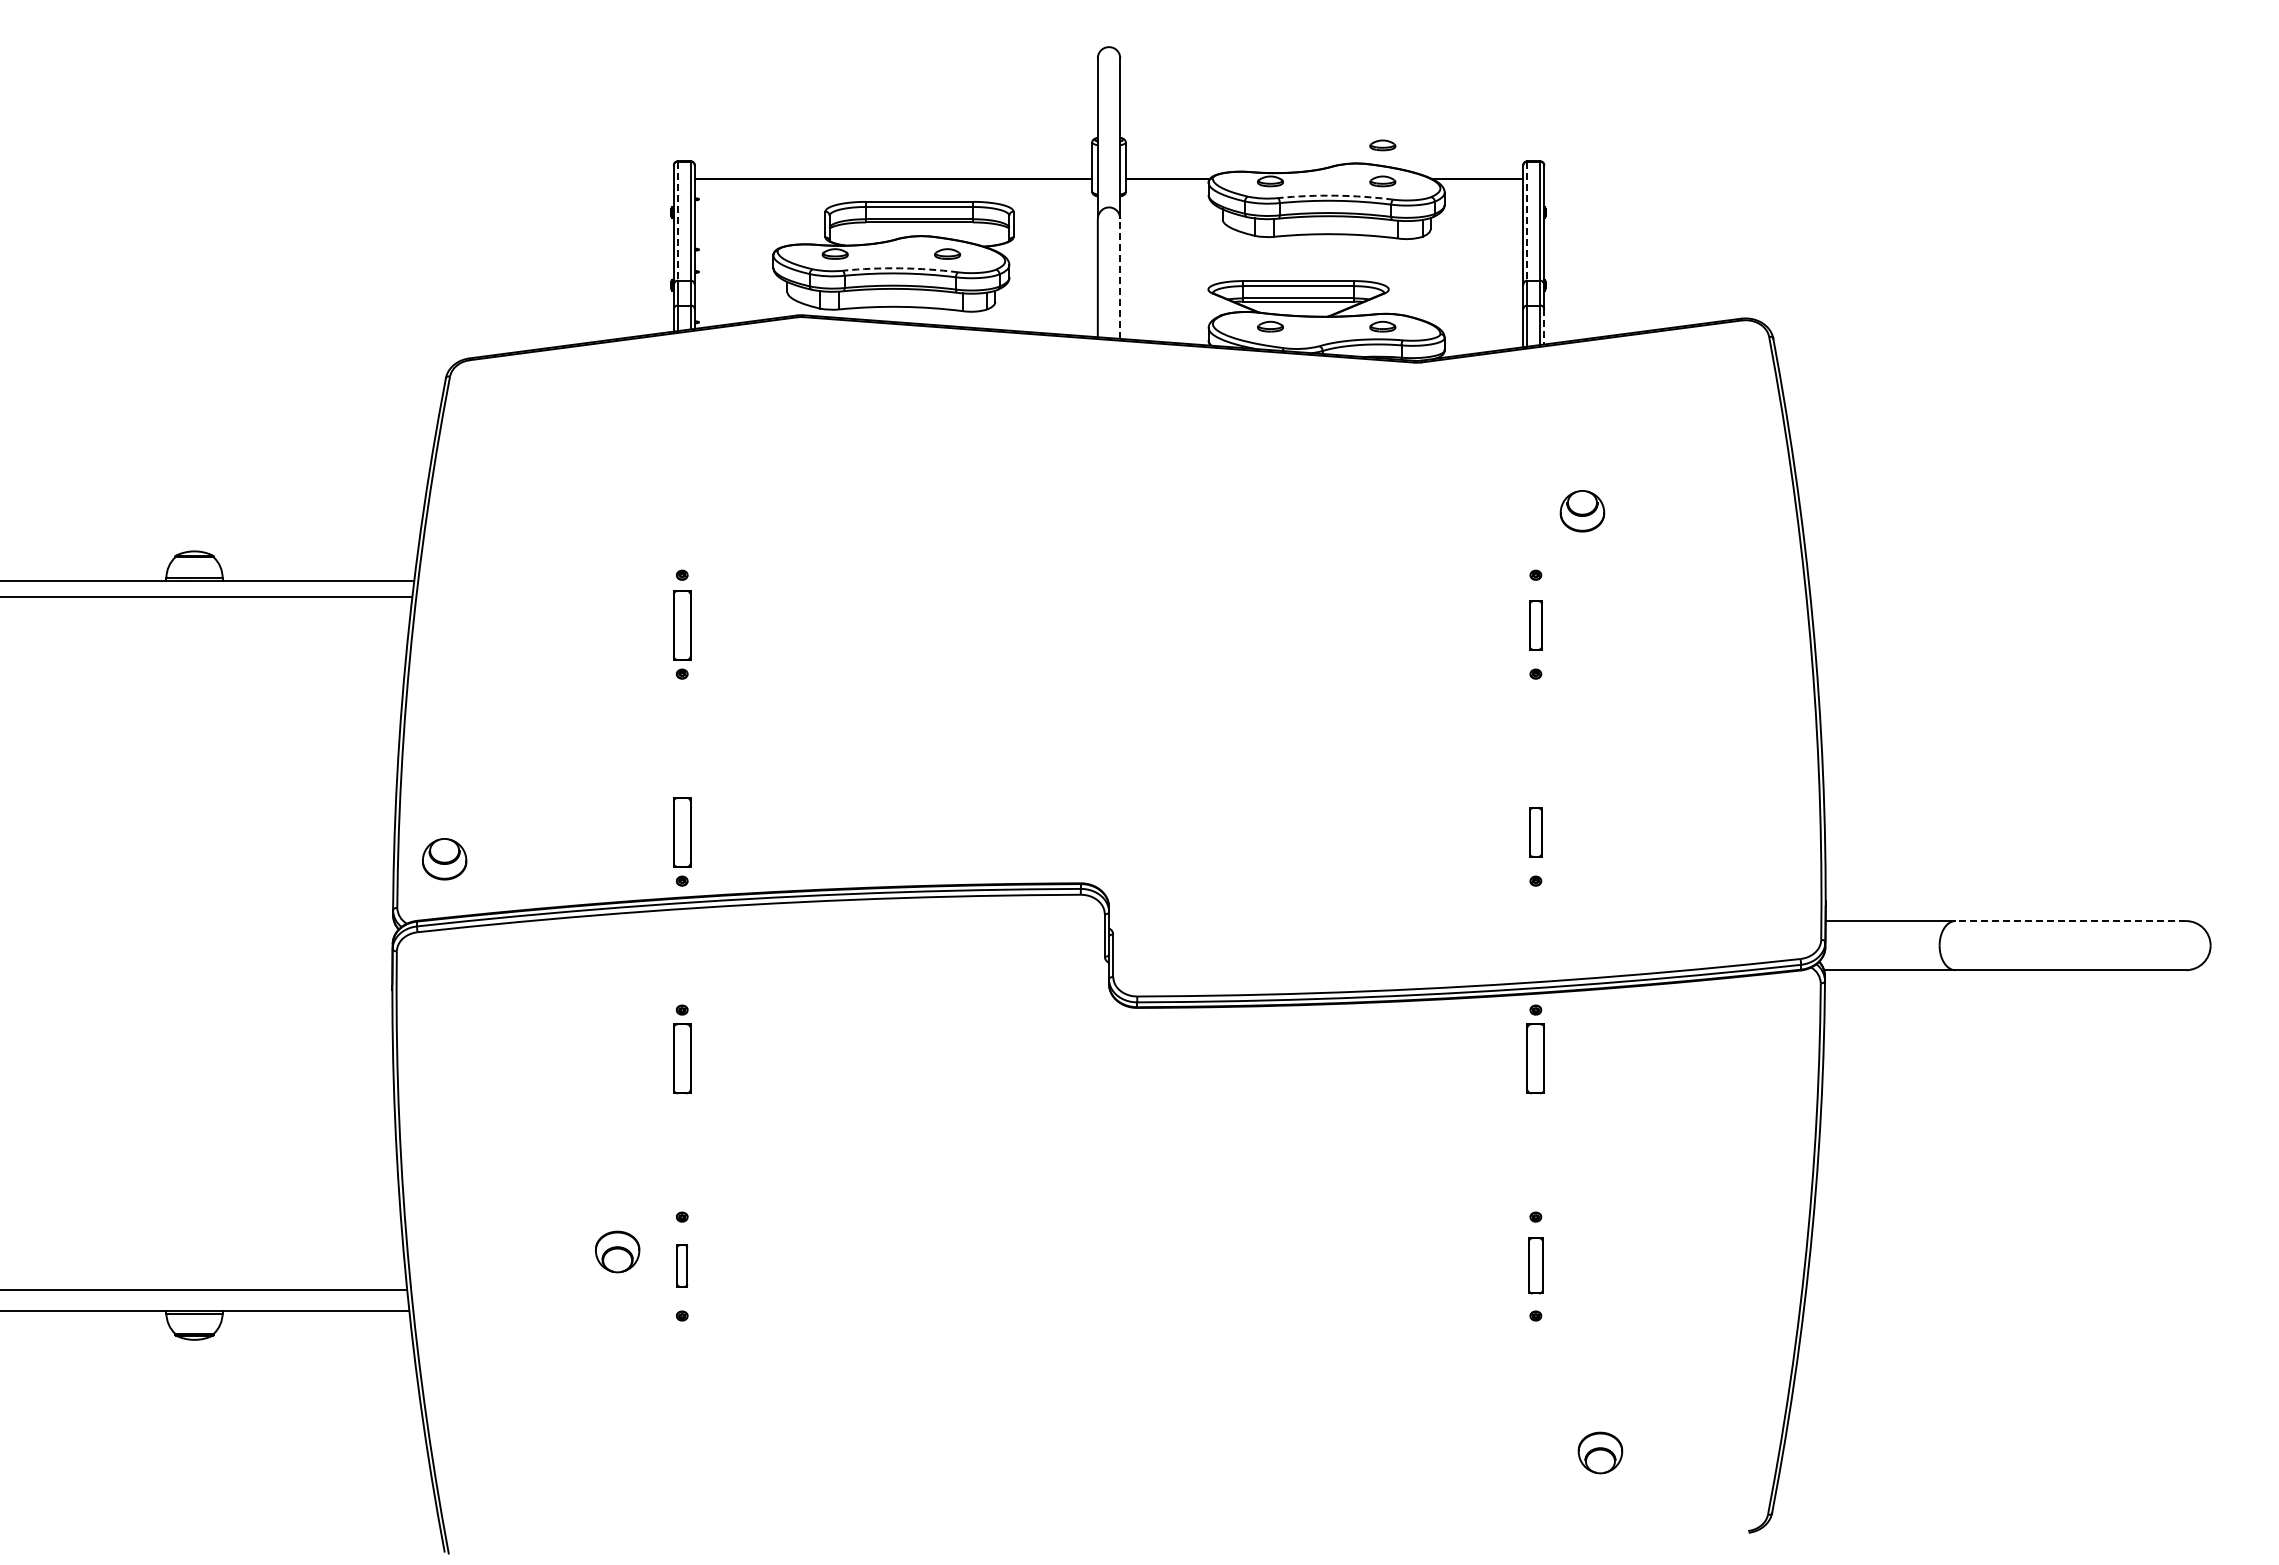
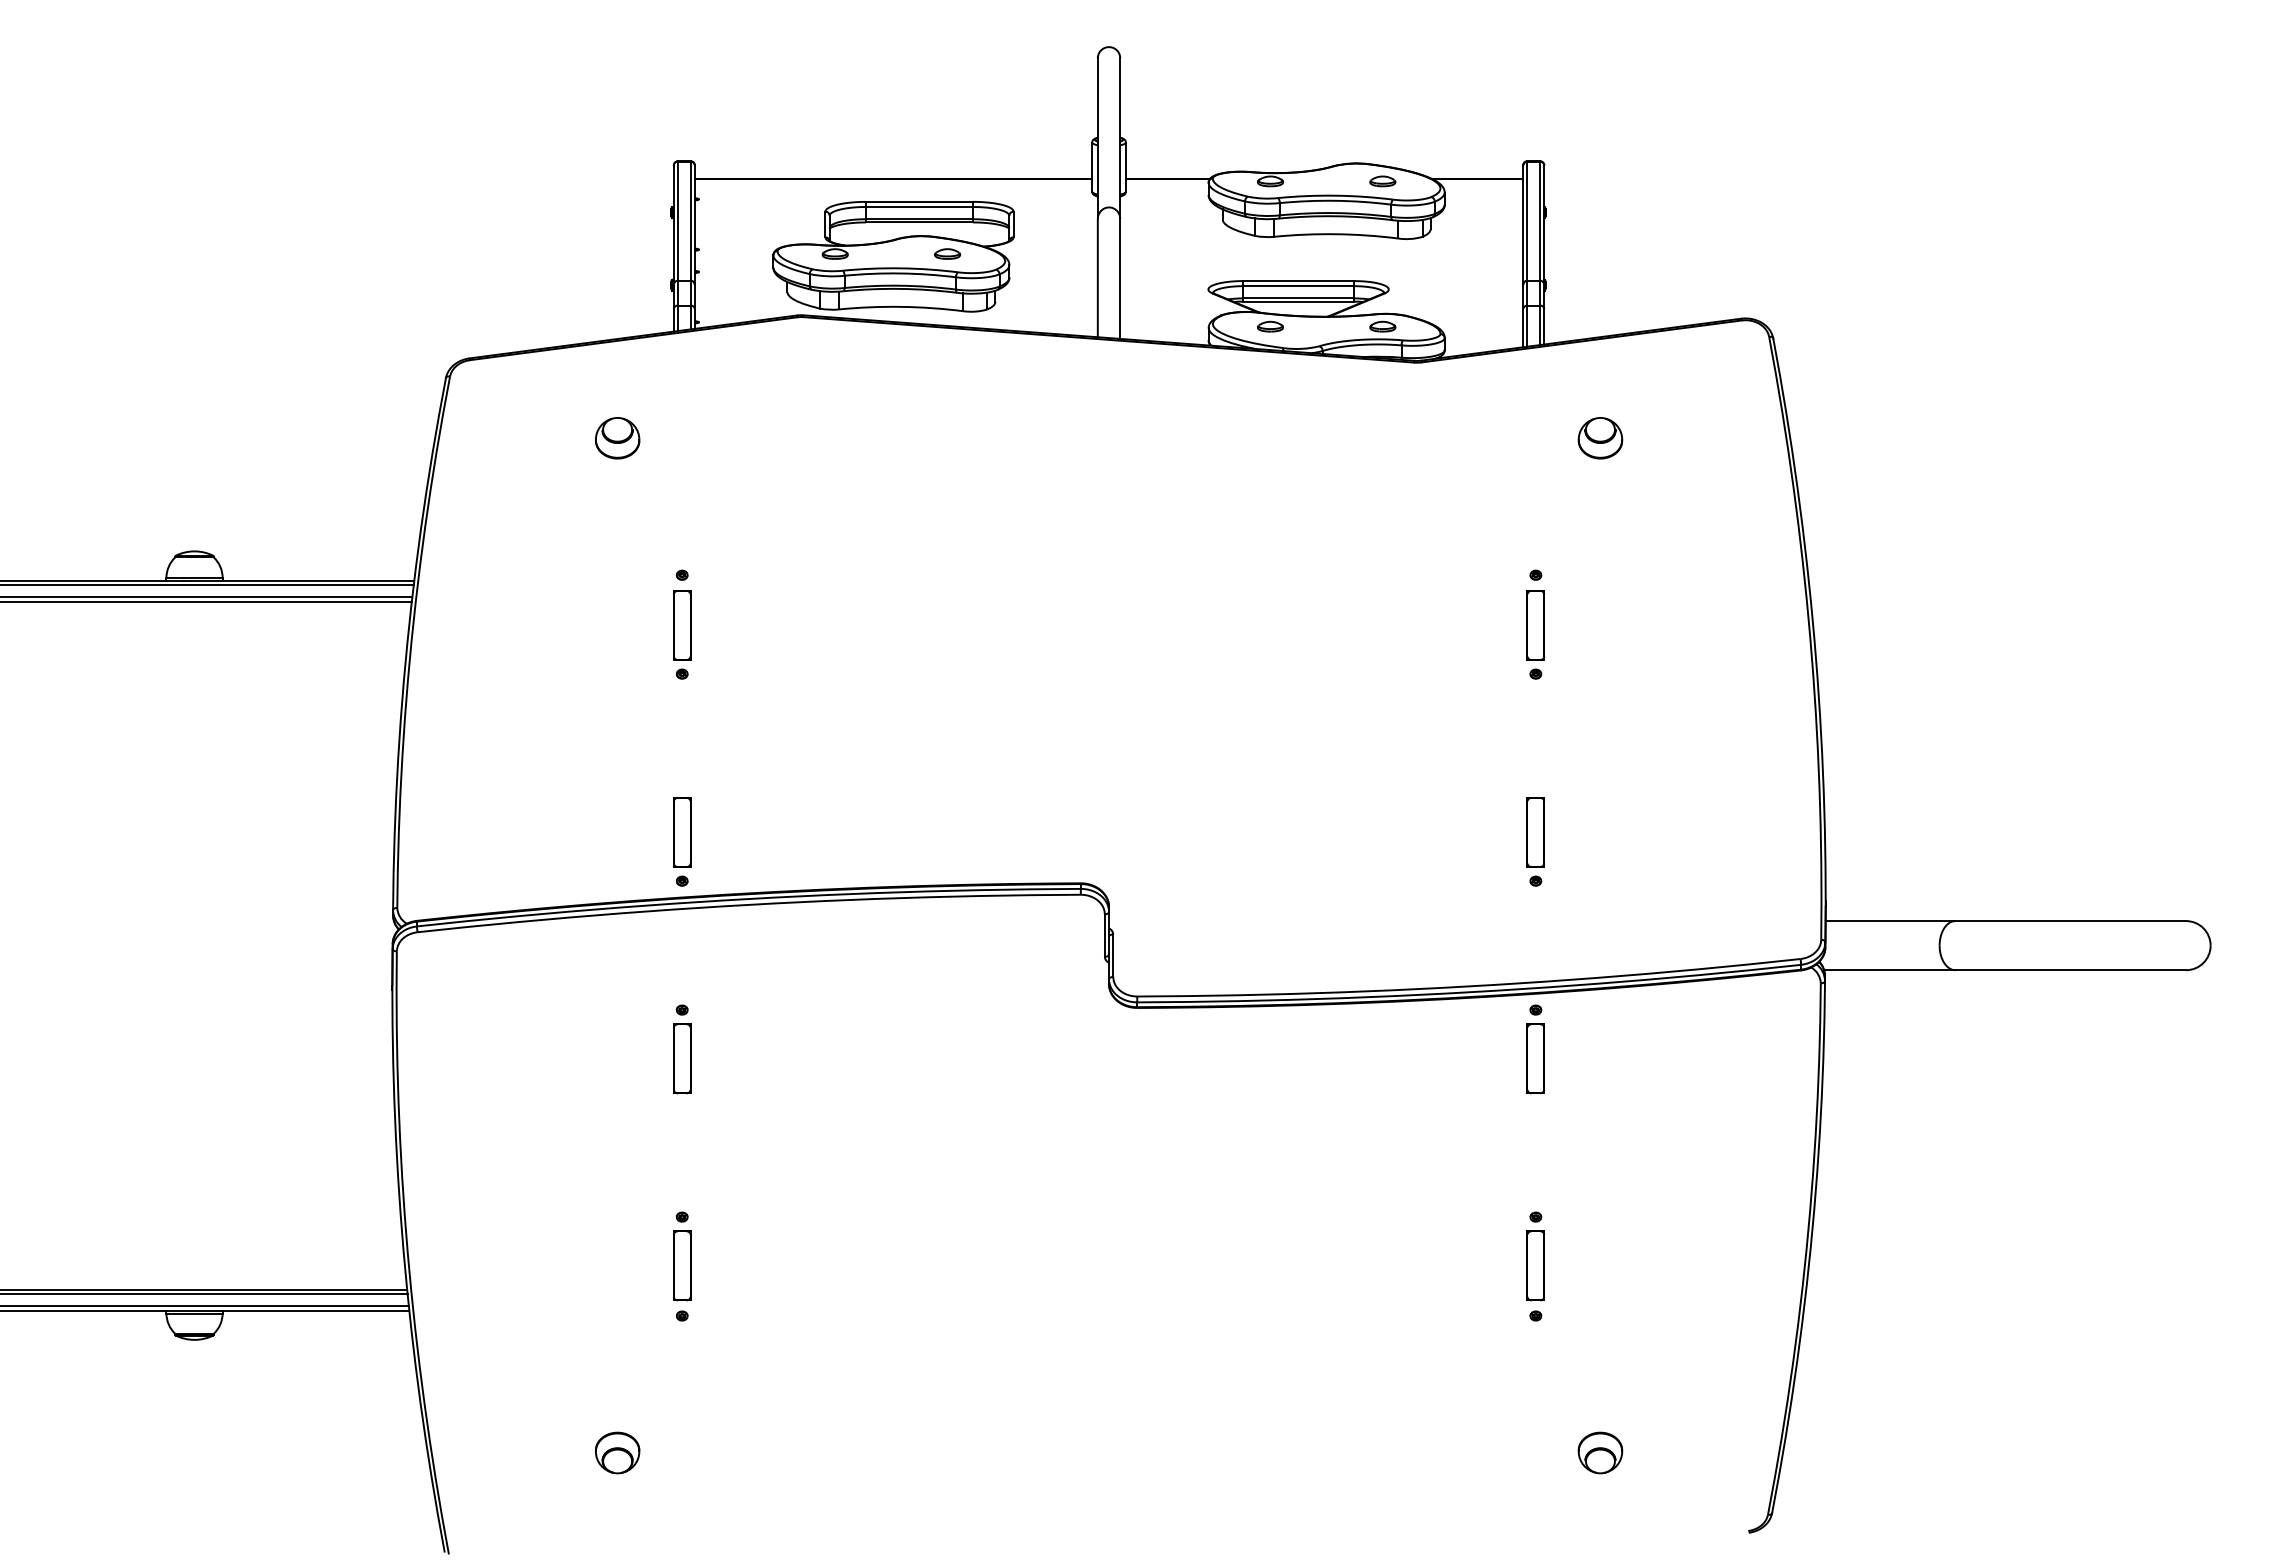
part at (1382, 145): present -> none
arc at (1335, 195): dashed -> solid
line at (678, 221): dashed -> solid
line at (1527, 221): dashed -> solid
arc at (900, 268): dashed -> solid
line at (1120, 278): dashed -> solid
line at (1544, 326): dashed -> solid
part at (1582, 511) position: (1582, 511) -> (1600, 438)
line at (207, 584): none -> present
line at (206, 601): none -> present
part at (1535, 625) size: 14x51 px -> 20x71 px
part at (1535, 832) size: 14x51 px -> 19x71 px
part at (444, 859) position: (444, 859) -> (617, 438)
line at (2070, 921): dashed -> solid
part at (617, 1251) position: (617, 1251) -> (617, 1452)
part at (682, 1265) size: 13x44 px -> 19x72 px
part at (1535, 1265) size: 16x58 px -> 20x72 px
line at (204, 1293): none -> present
line at (205, 1306): none -> present
